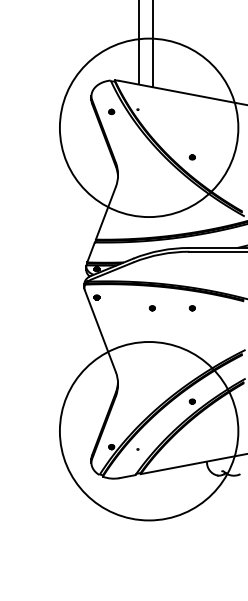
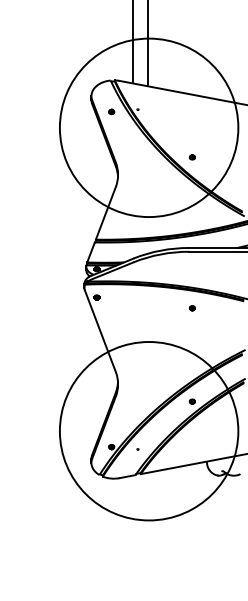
line at (138, 42) position: (138, 42) -> (132, 42)
line at (152, 44) position: (152, 44) -> (147, 44)
part at (151, 308): present -> none
